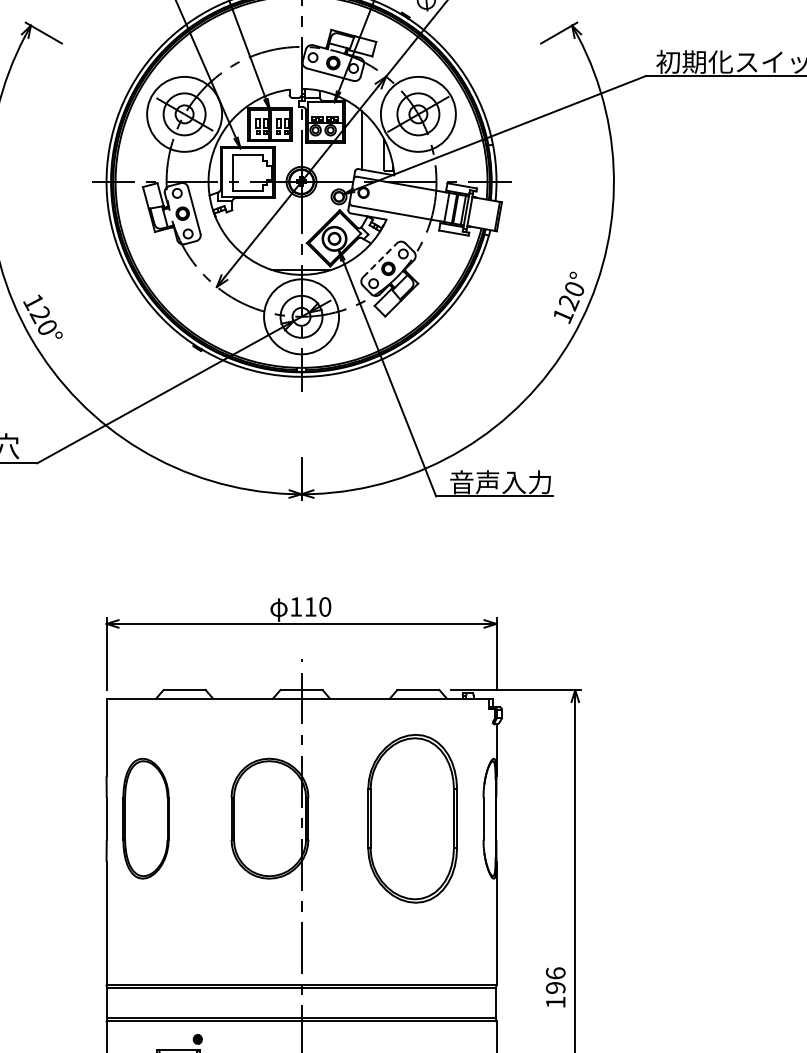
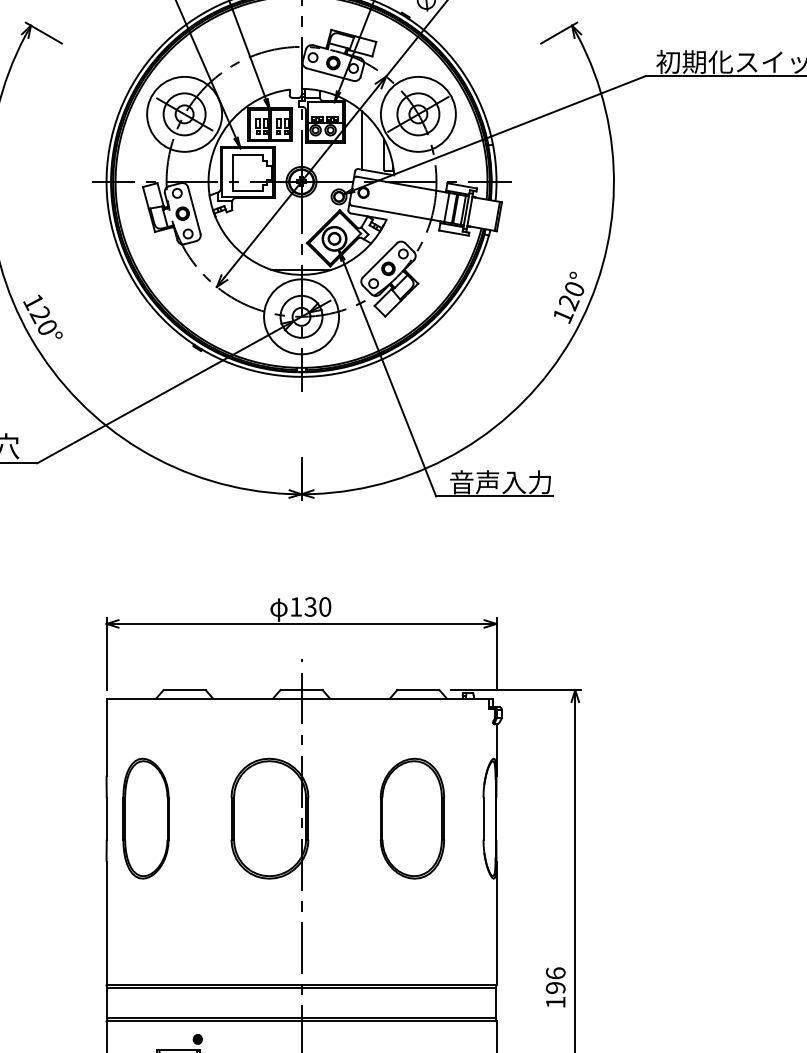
line at (380, 259): dashed -> solid
text at (310, 606): 110 -> 130
part at (412, 818) size: 91x170 px -> 66x123 px
